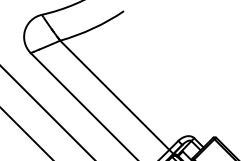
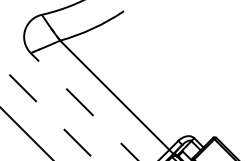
line at (84, 106): solid -> dashed
line at (48, 113): solid -> dashed
